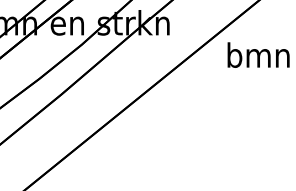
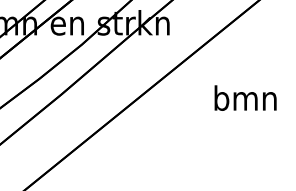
text at (258, 54) position: (258, 54) -> (245, 97)
